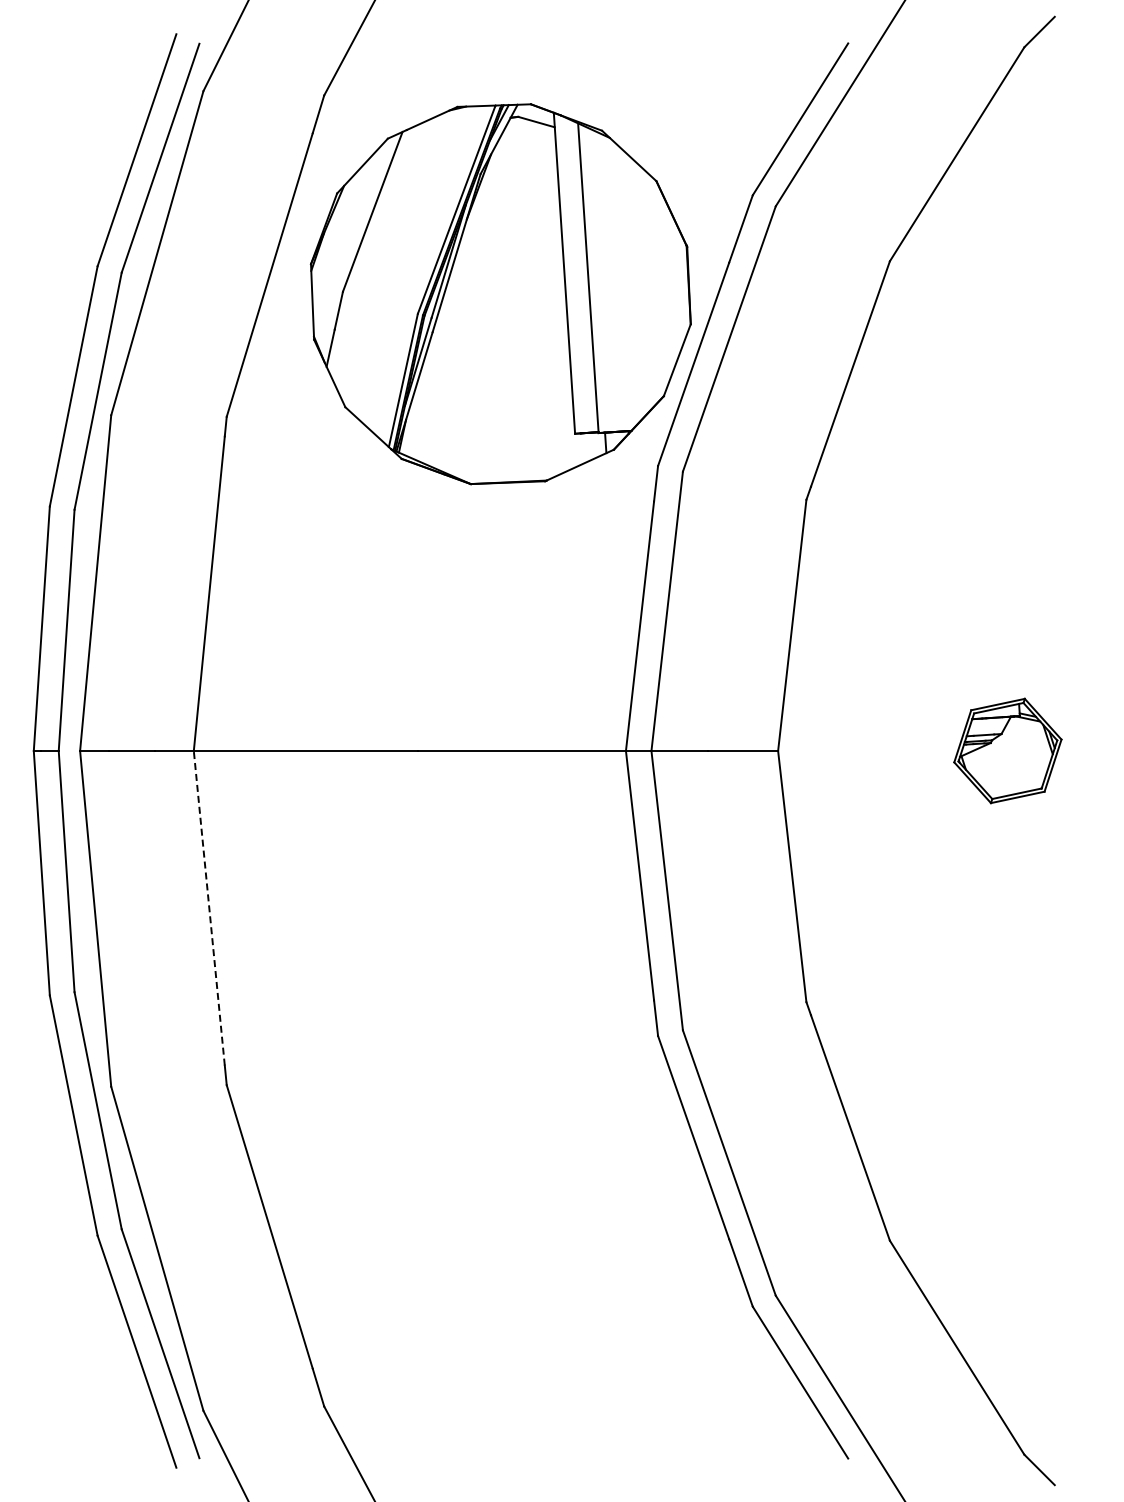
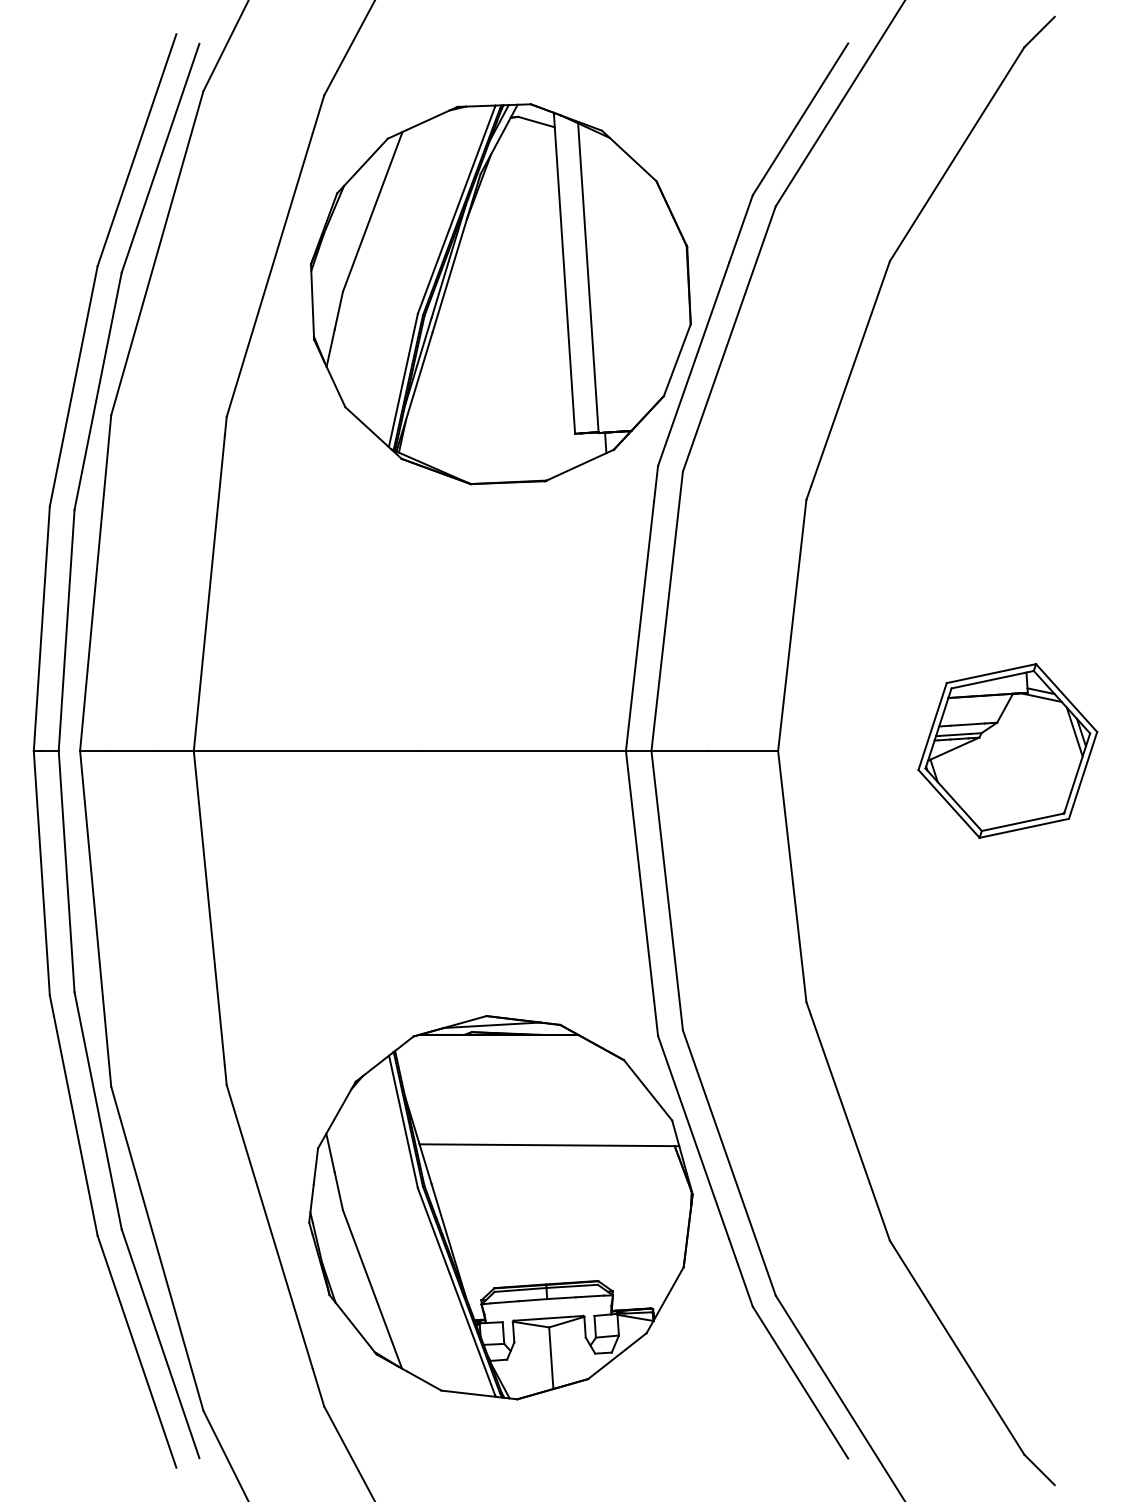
part at (1007, 750) size: 110x108 px -> 182x176 px
line at (209, 907): dashed -> solid
part at (500, 1207): none -> present
